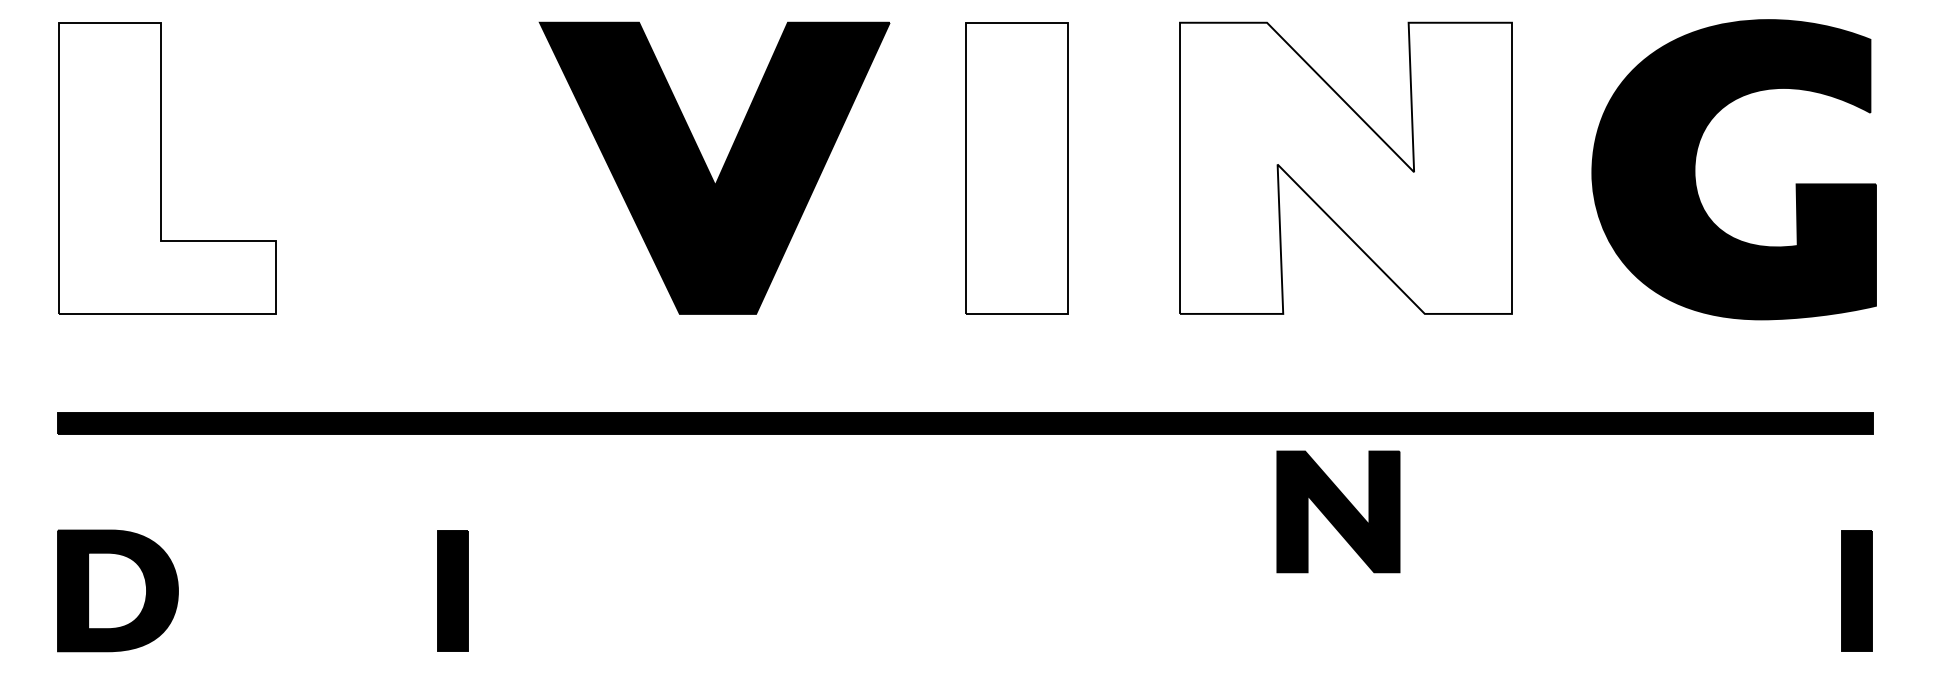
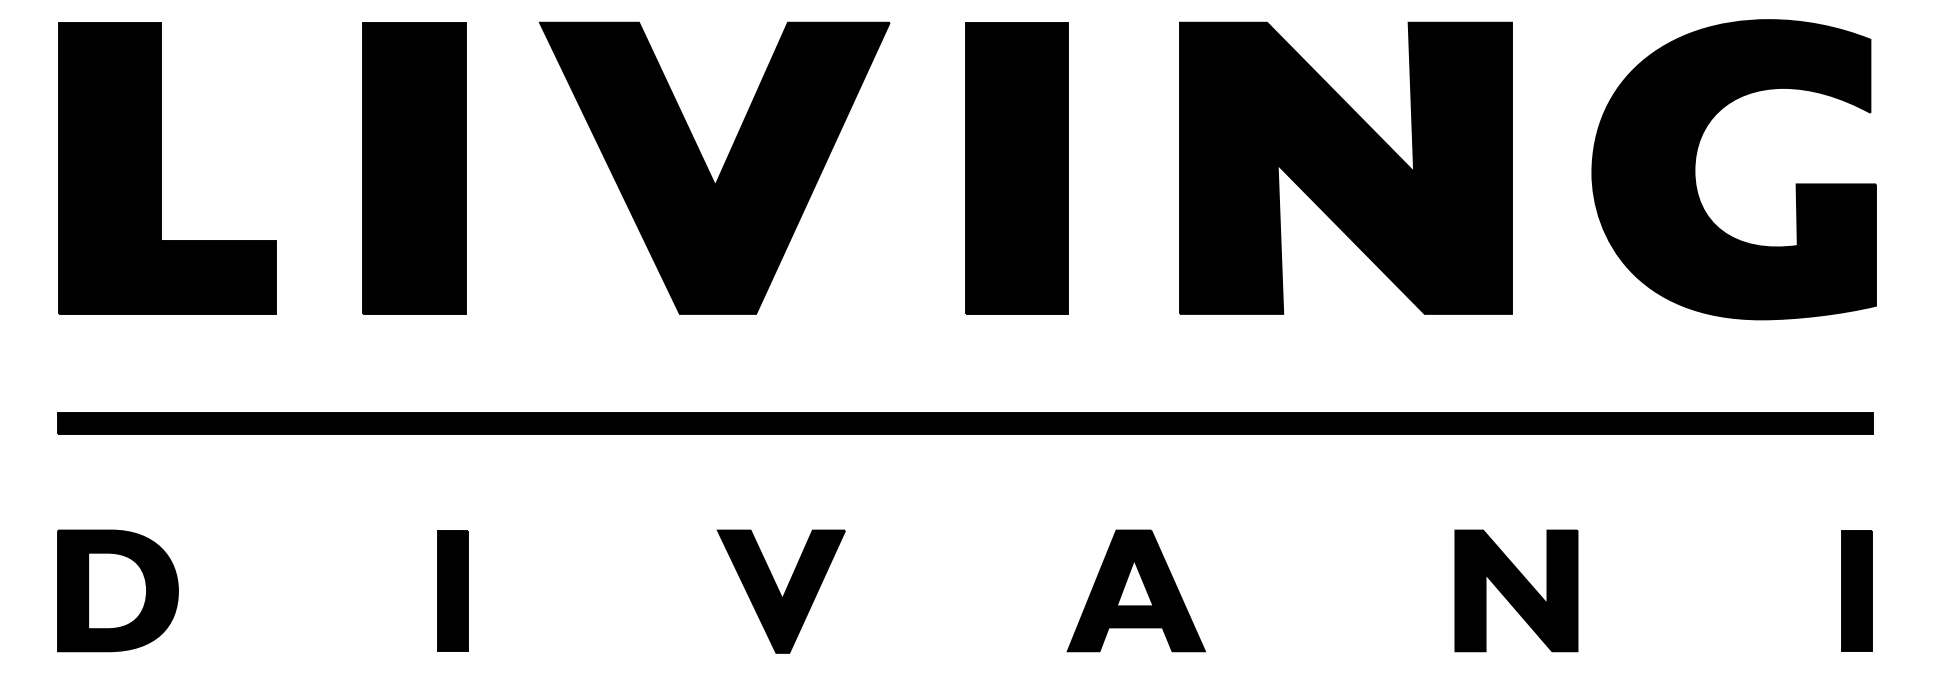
fill at (167, 167): none -> present
fill at (1016, 167): none -> present
fill at (1345, 167): none -> present
part at (414, 168): none -> present
part at (1338, 511) position: (1338, 511) -> (1516, 590)
part at (1135, 590): none -> present
part at (780, 591): none -> present
